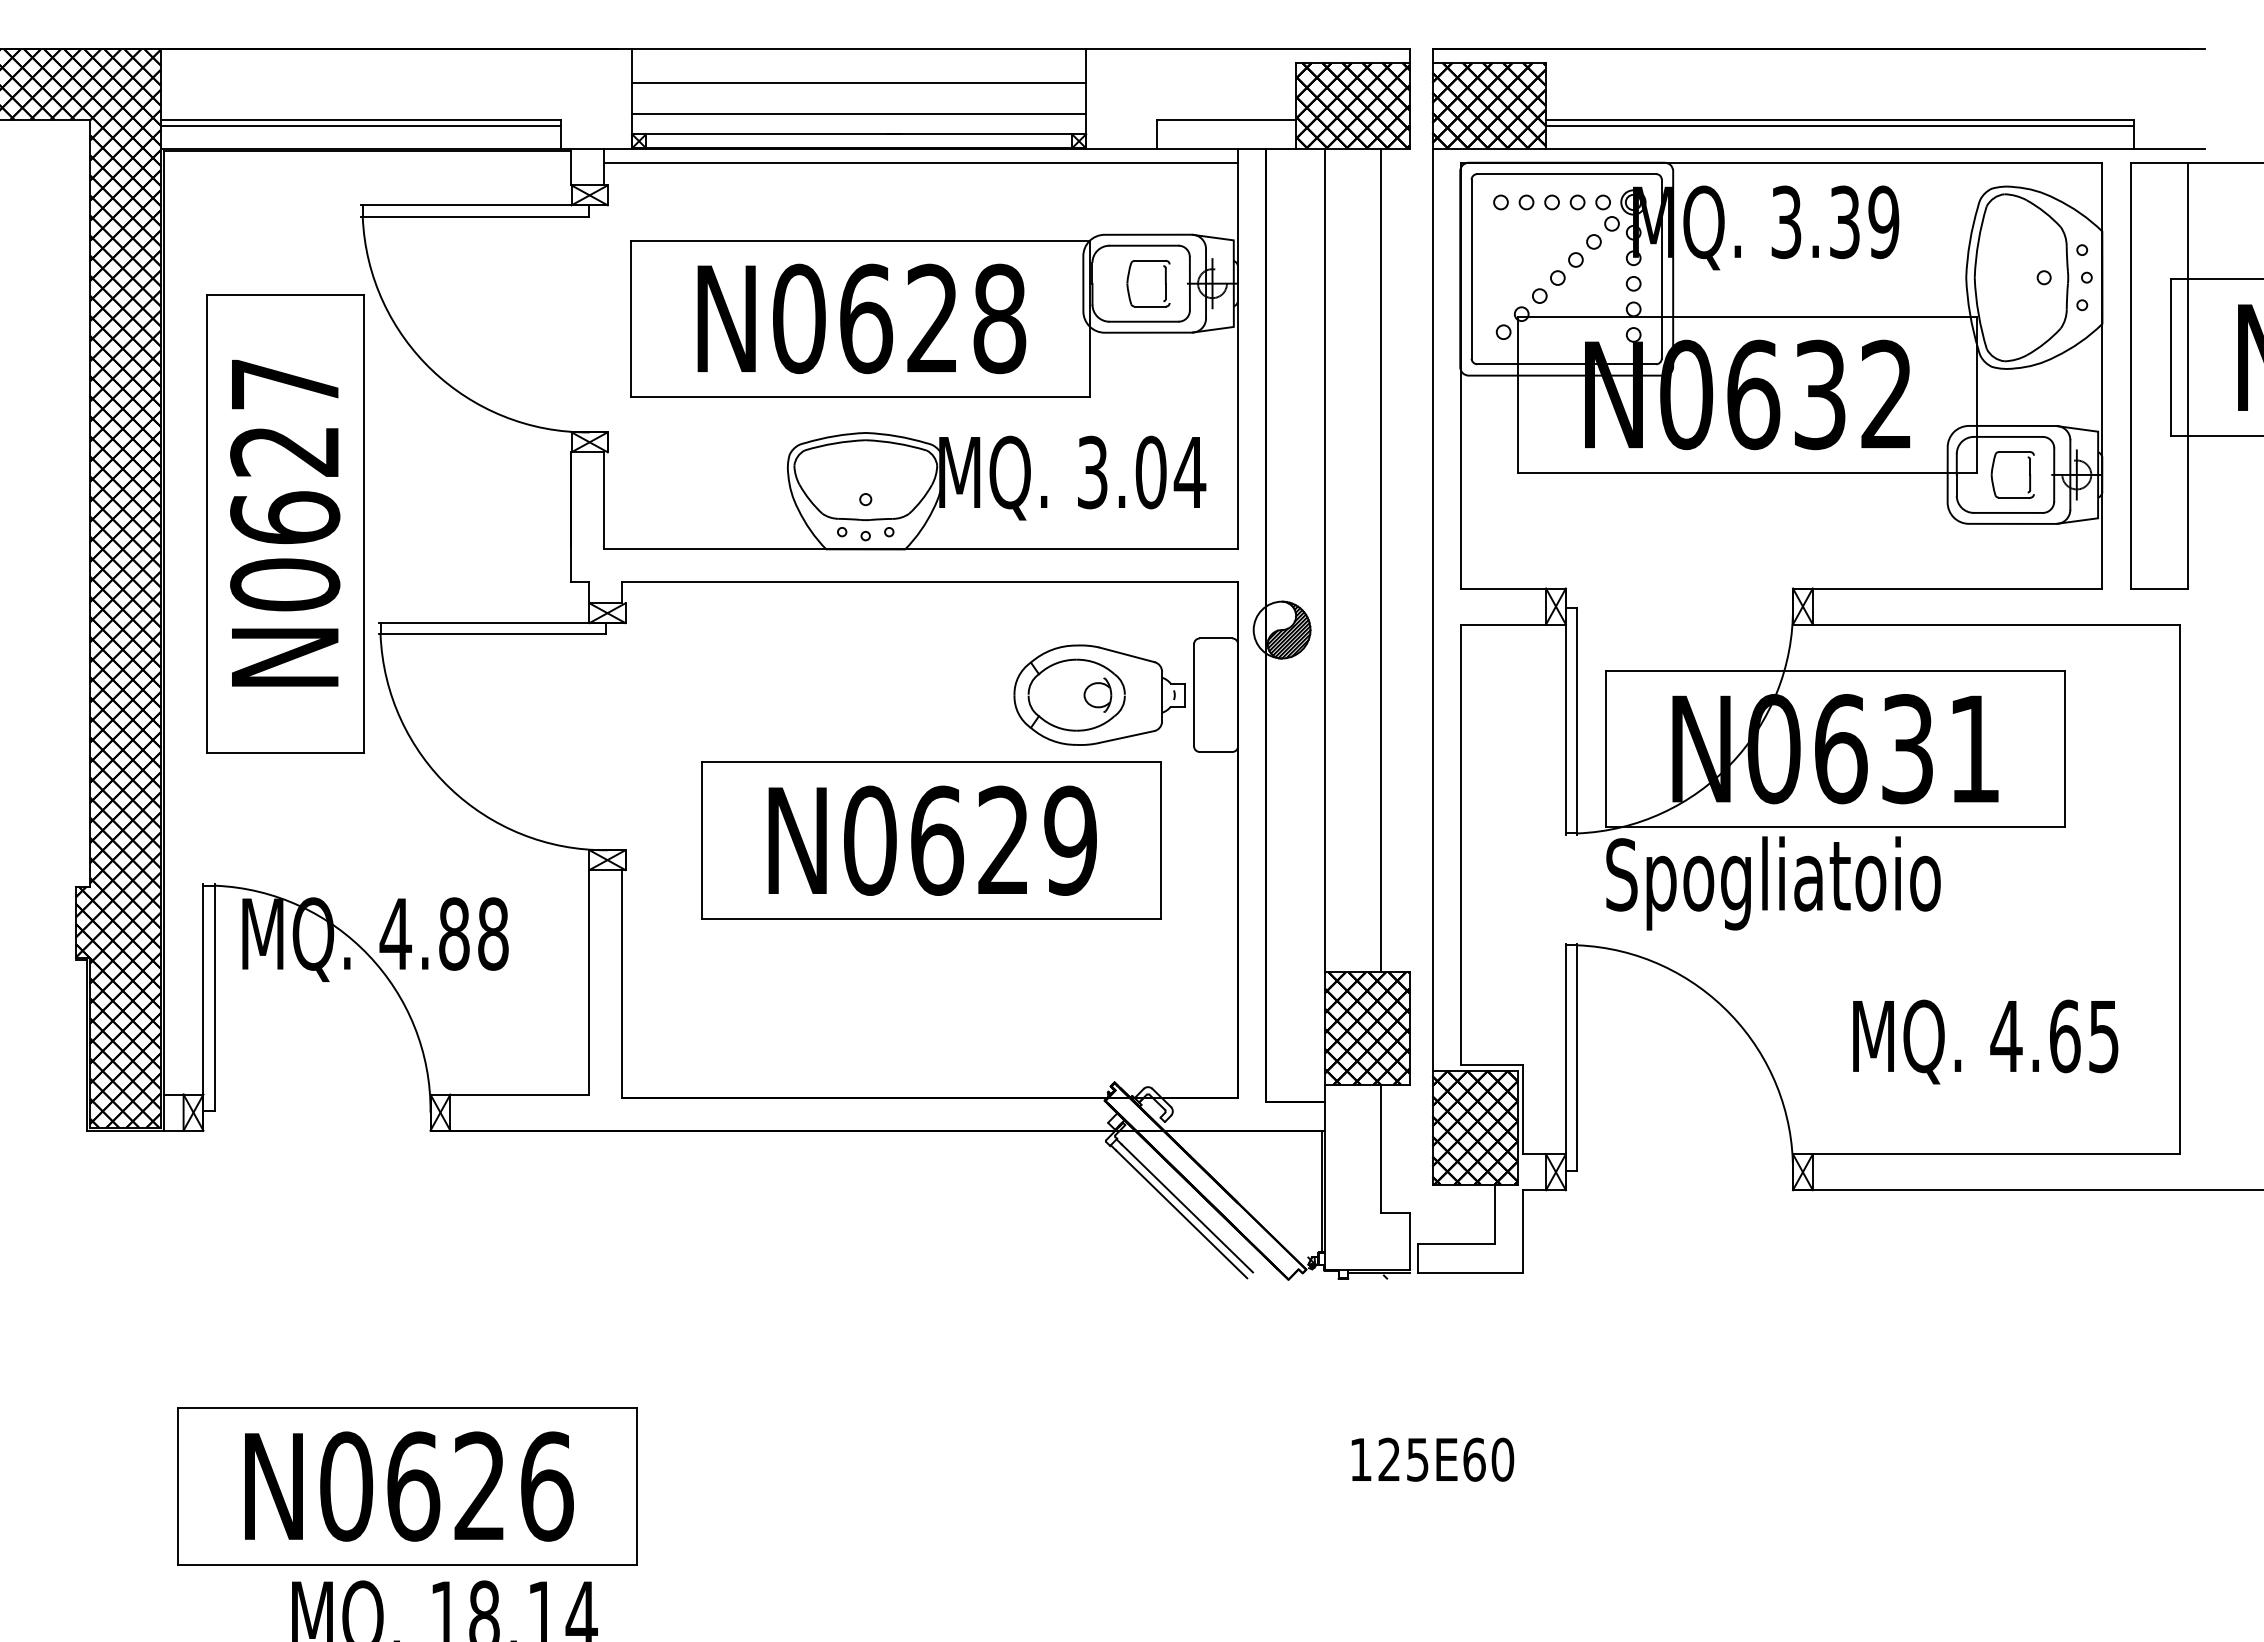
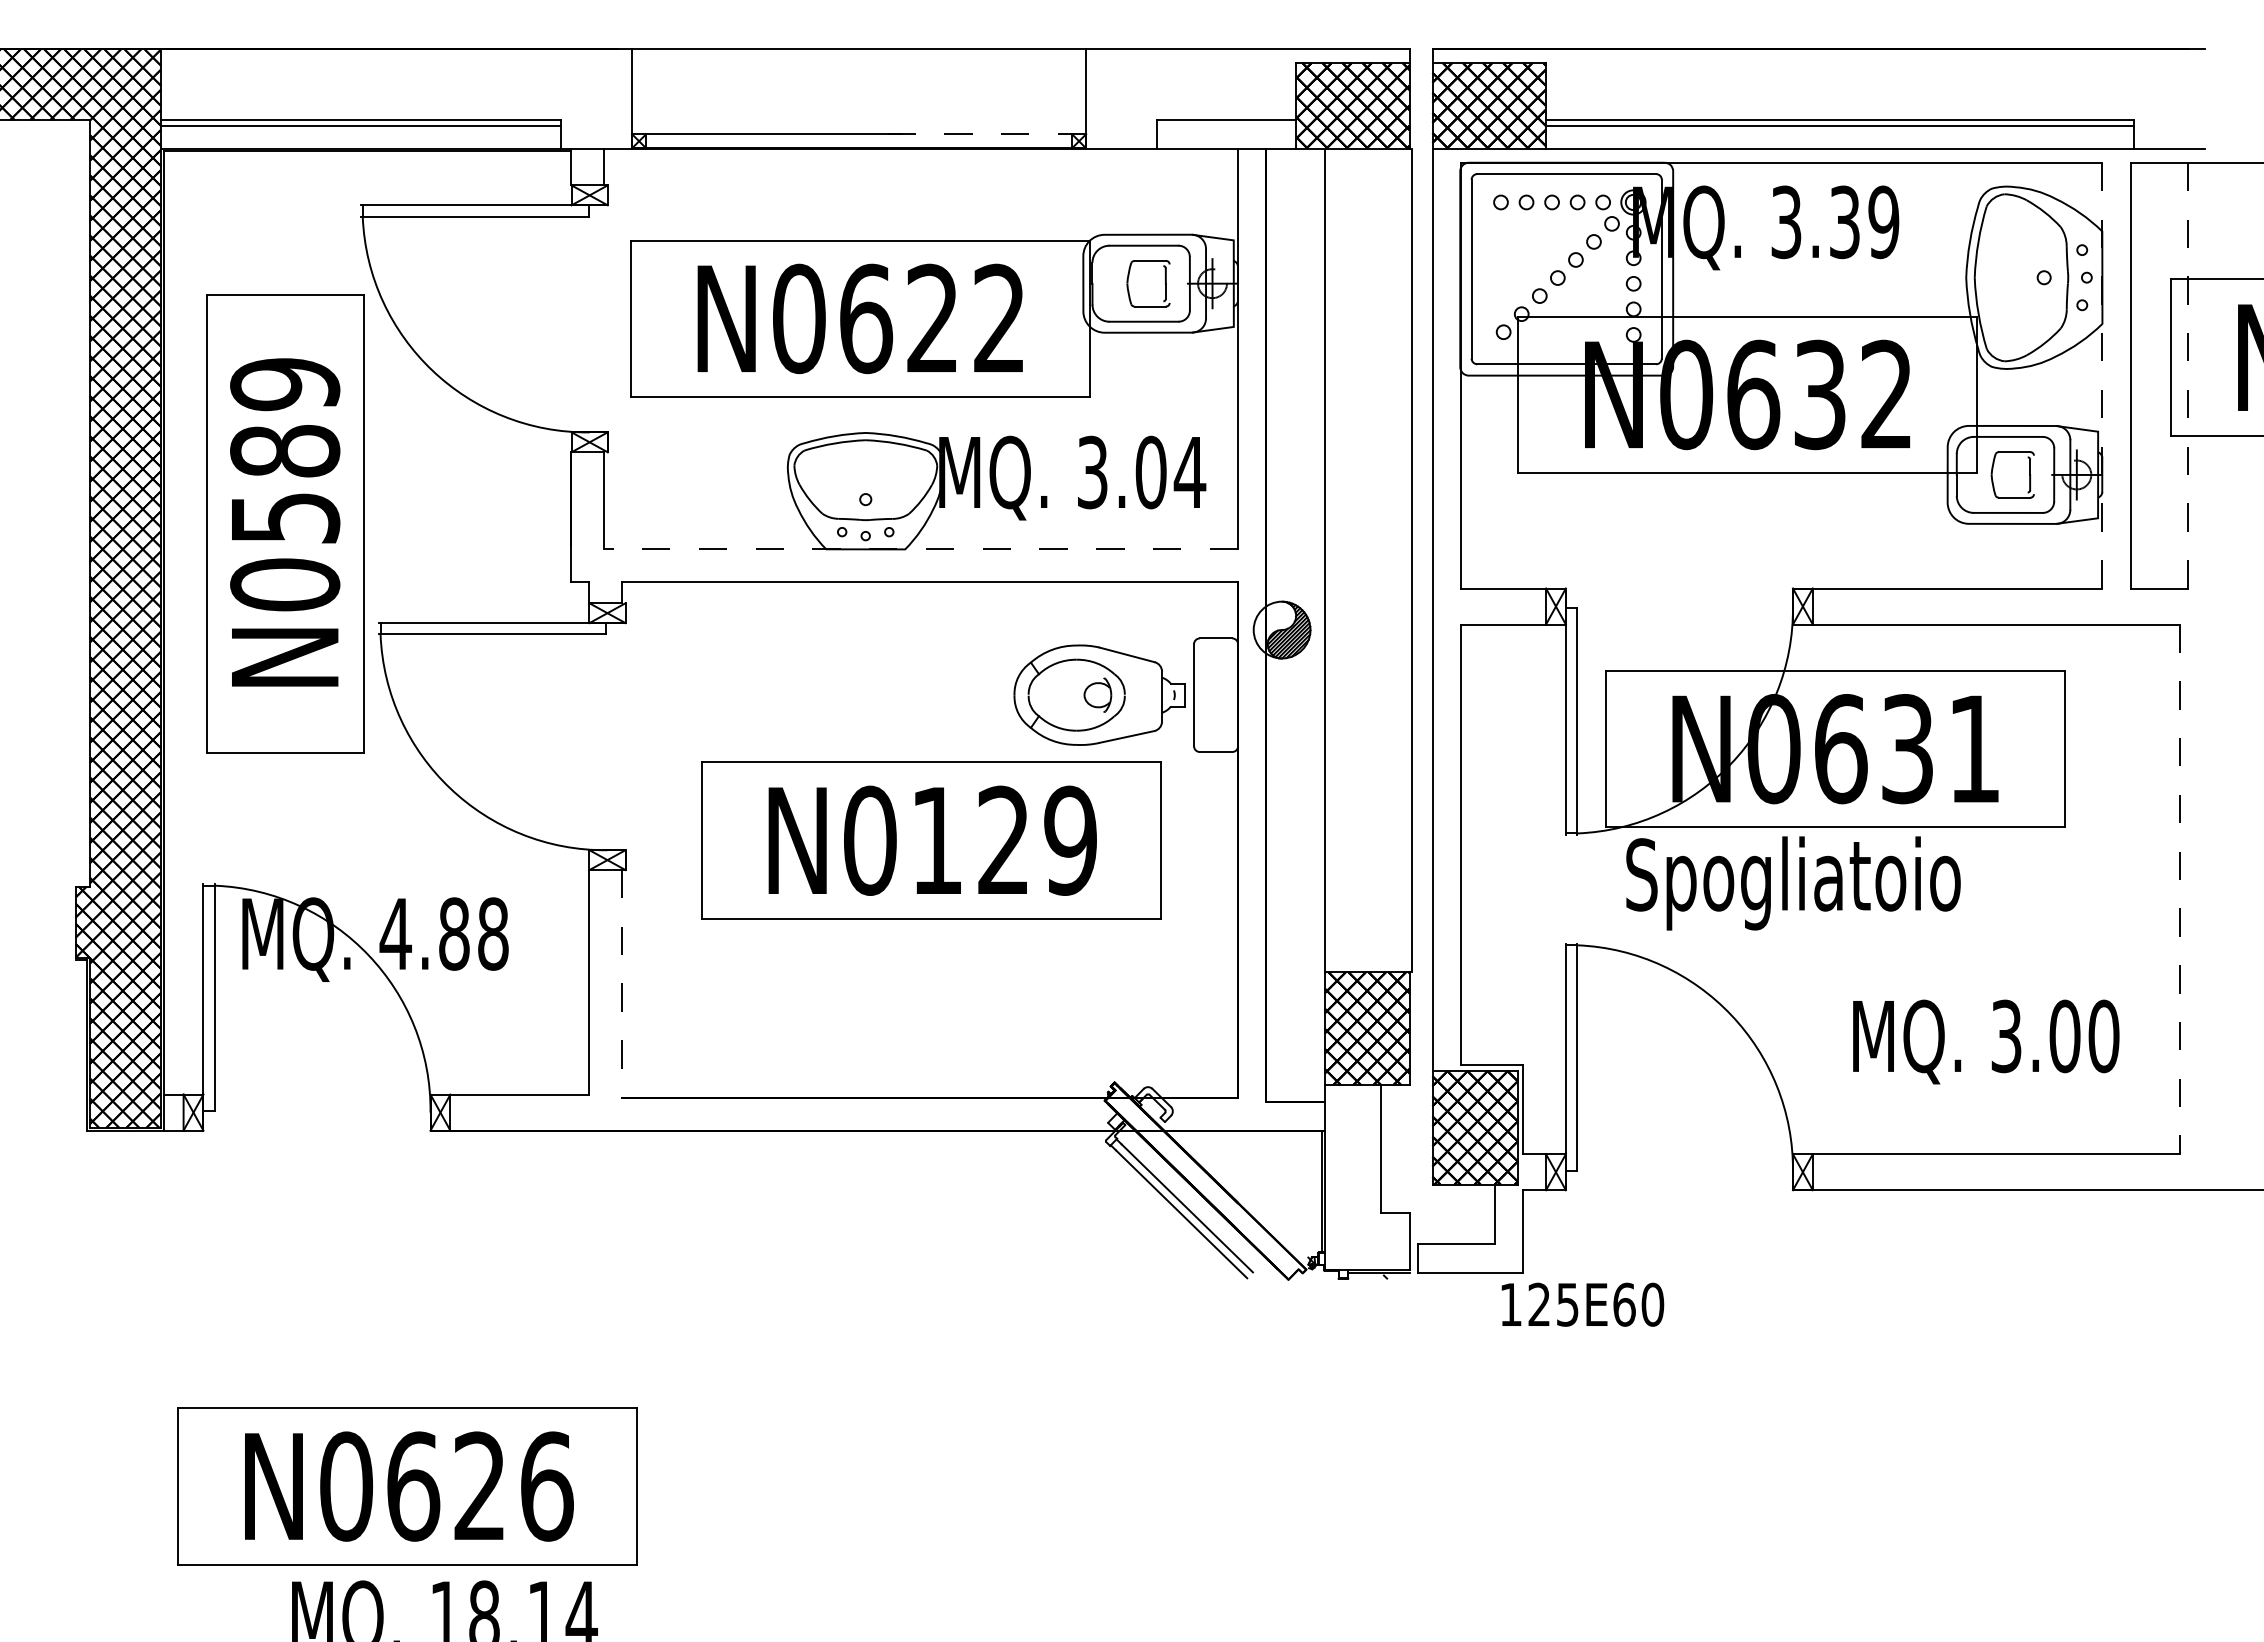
line at (859, 83): present -> none
line at (859, 114): present -> none
line at (987, 134): solid -> dashed
line at (920, 162): present -> none
text at (999, 318): N0628 -> N0622
line at (2102, 375): solid -> dashed
line at (2187, 375): solid -> dashed
text at (285, 451): N0627 -> N0589
line at (920, 549): solid -> dashed
line at (1381, 559) position: (1381, 559) -> (1412, 559)
text at (937, 840): N0629 -> N0129
text at (1773, 883) position: (1773, 883) -> (1793, 883)
line at (2179, 889): solid -> dashed
line at (621, 984): solid -> dashed
text at (2054, 1036): 4.65 -> 3.00
text at (1432, 1459) position: (1432, 1459) -> (1582, 1304)
